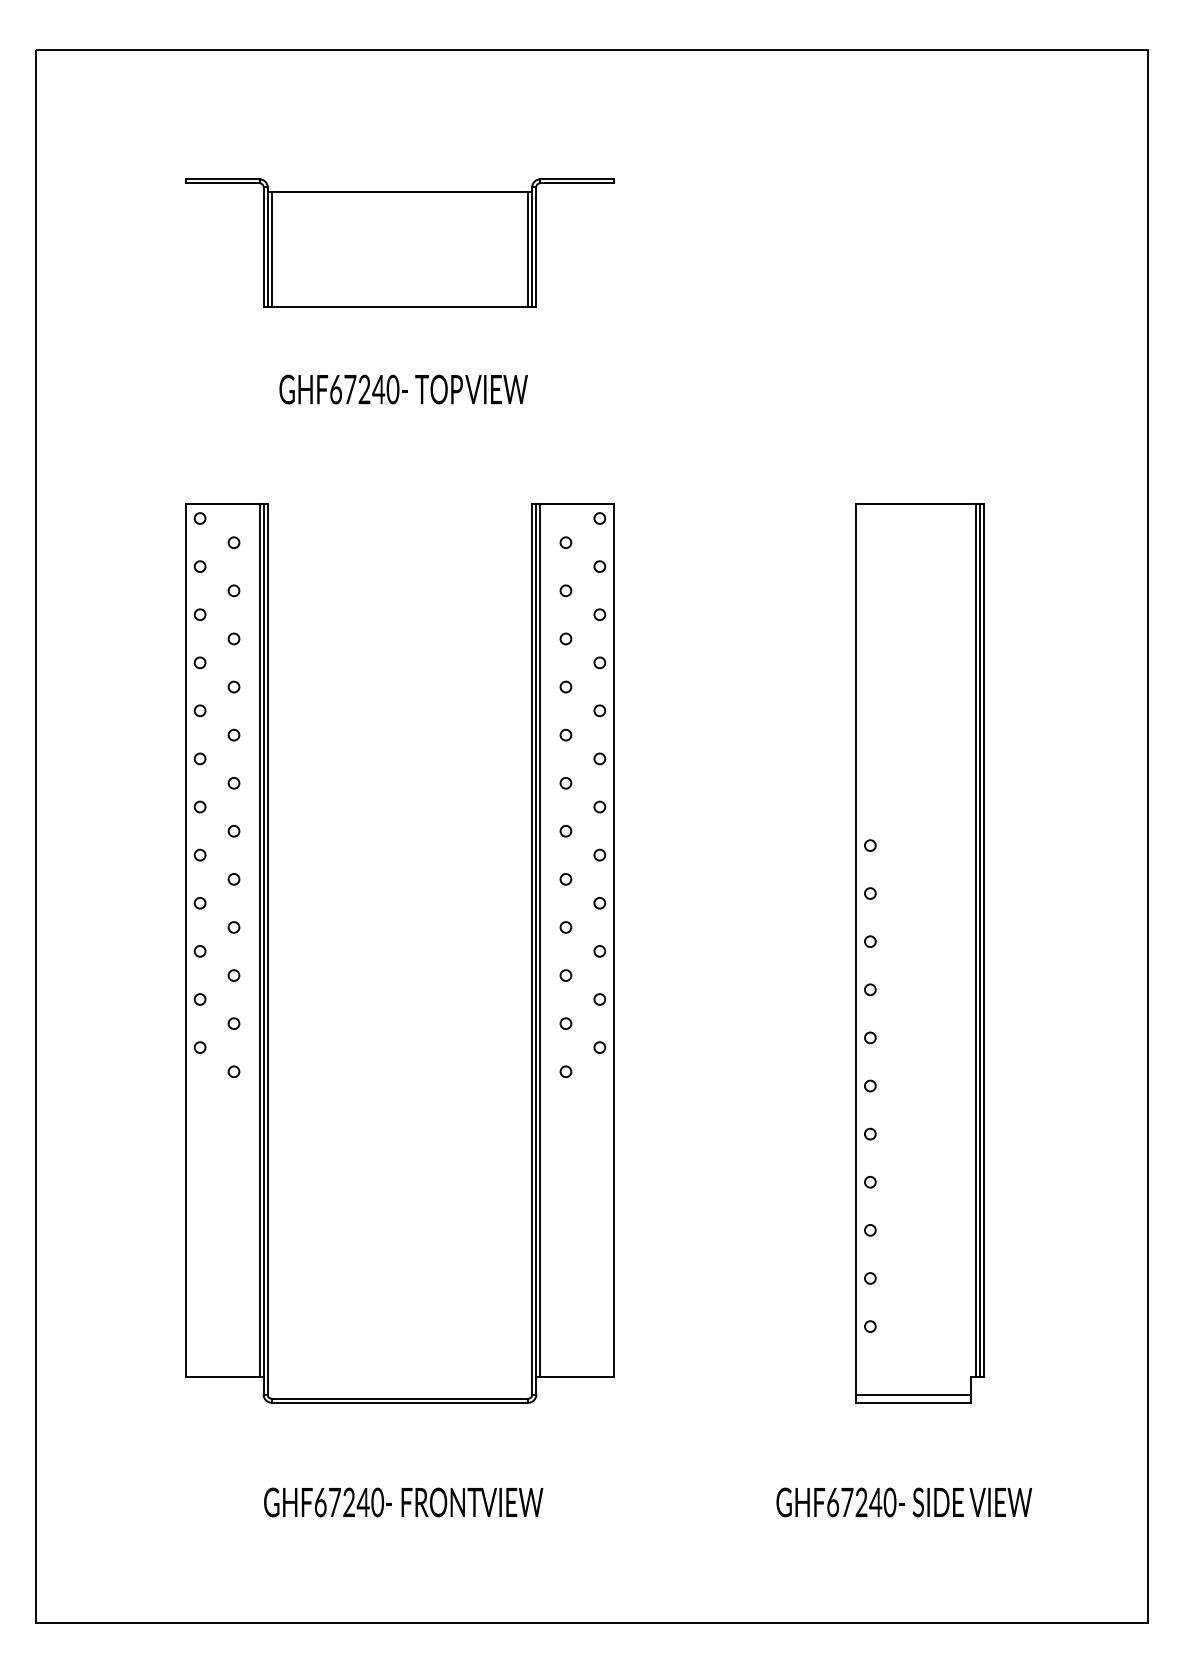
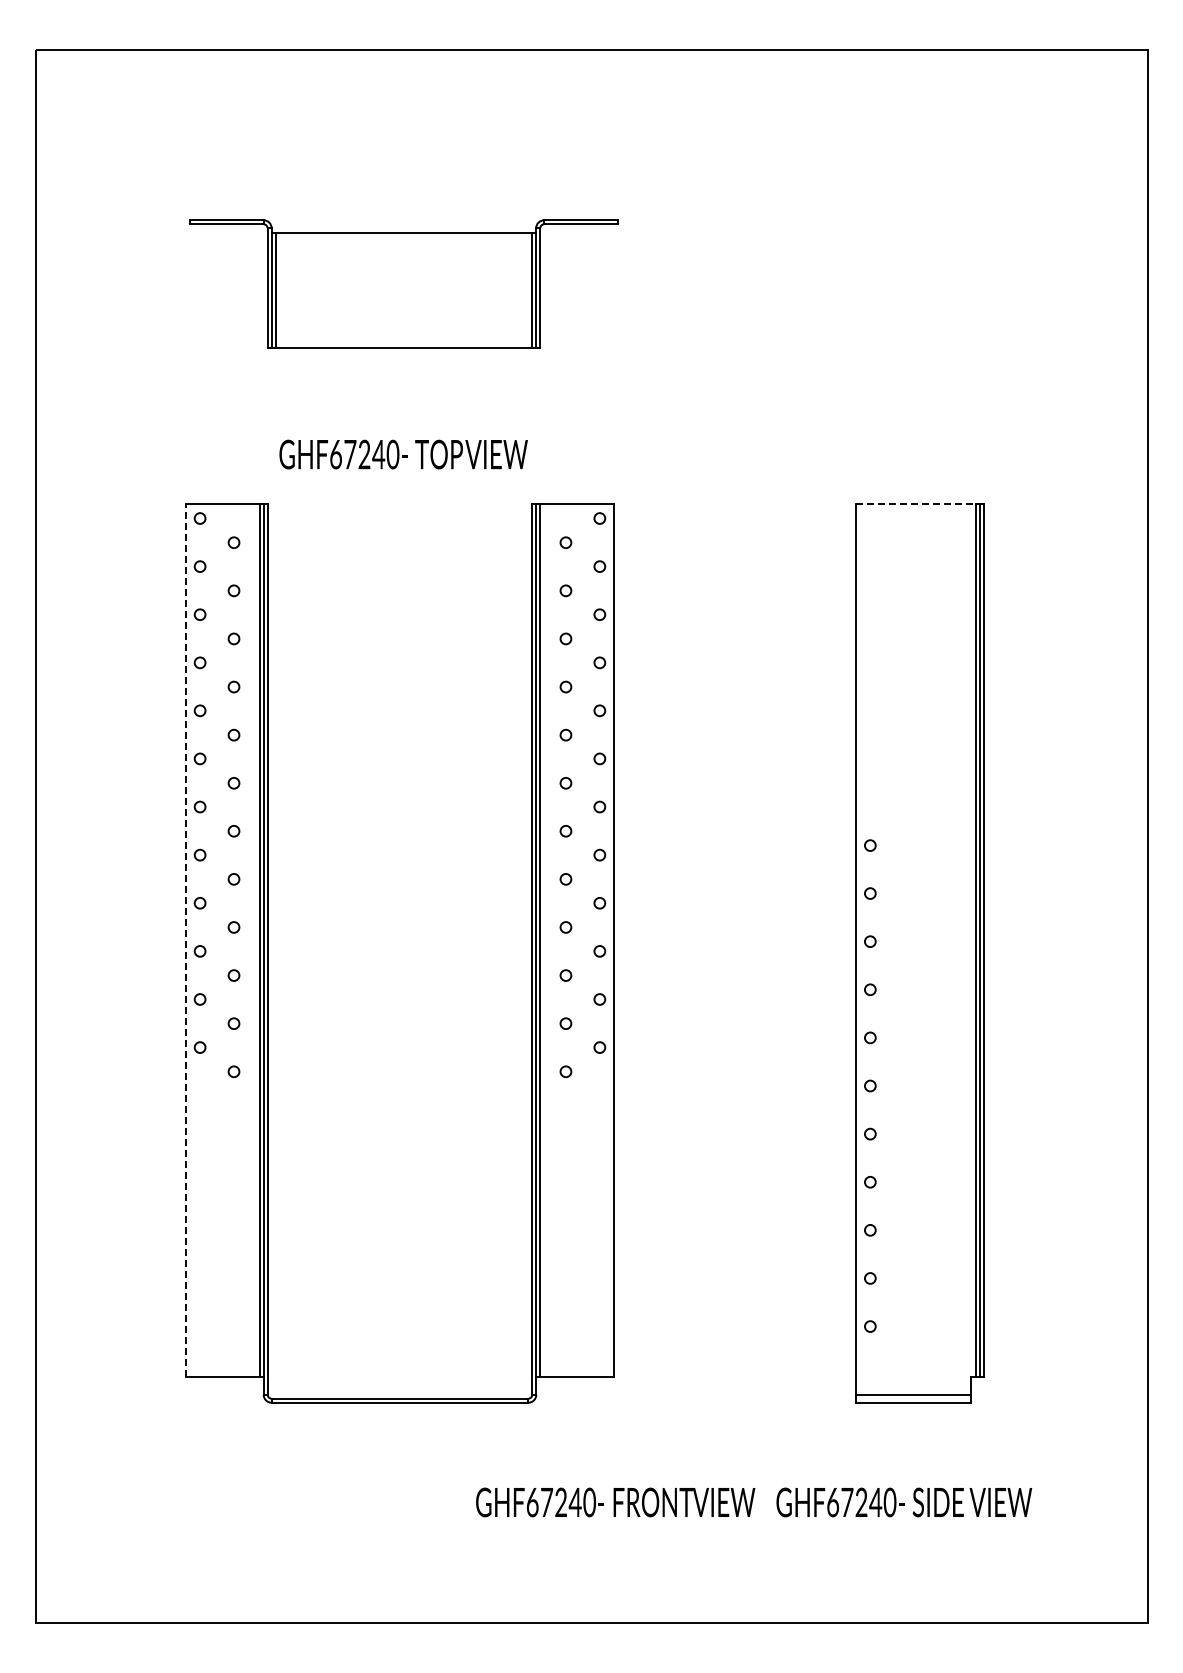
part at (399, 242) position: (399, 242) -> (403, 283)
text at (403, 389) position: (403, 389) -> (403, 454)
line at (916, 504): solid -> dashed
line at (185, 939): solid -> dashed
text at (403, 1502) position: (403, 1502) -> (615, 1502)
